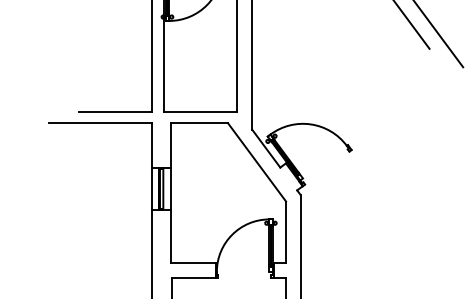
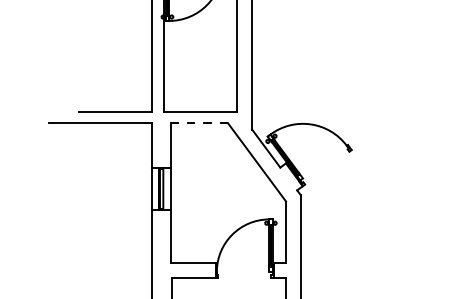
line at (411, 25): present -> none
line at (438, 34): present -> none
line at (199, 123): solid -> dashed
